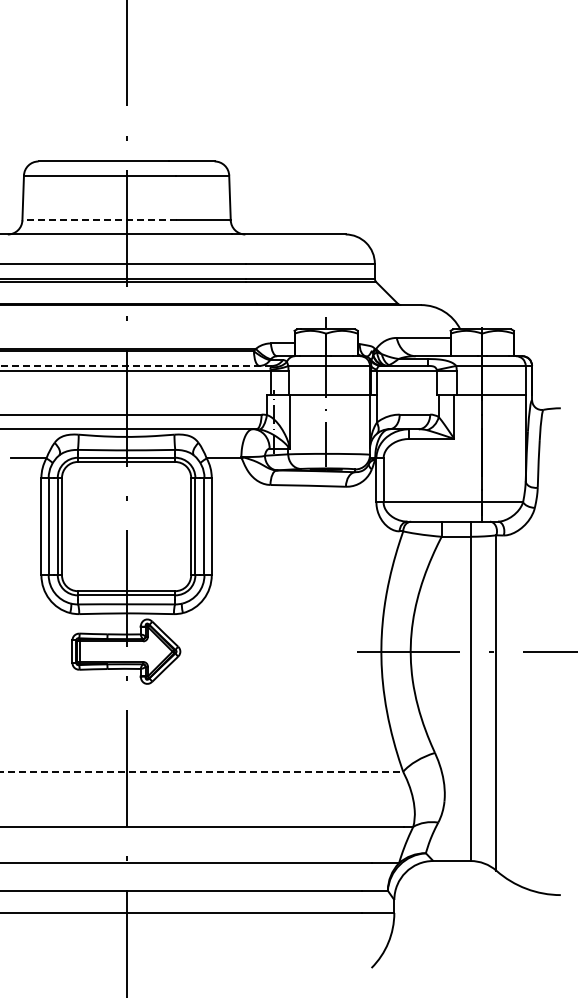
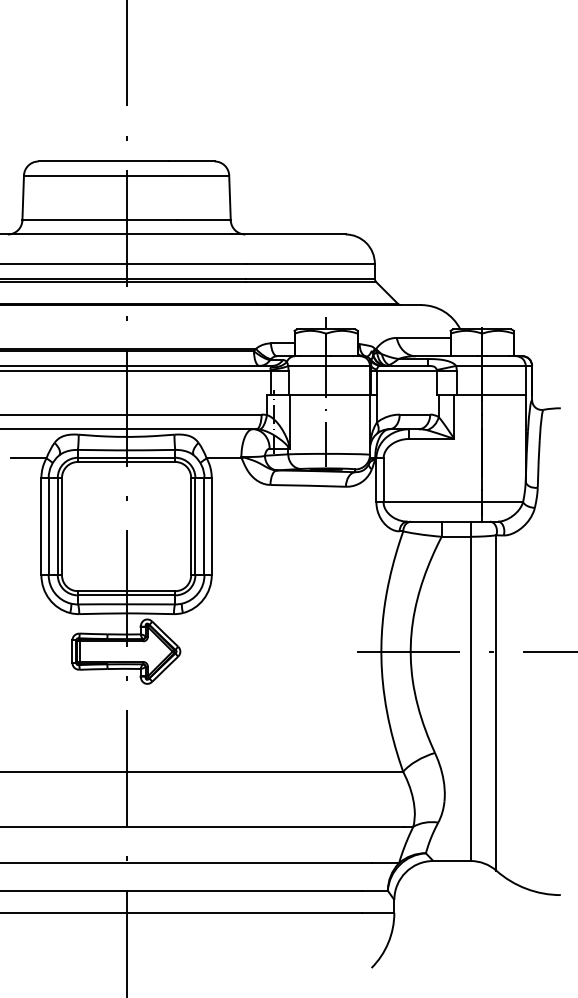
line at (98, 220): dashed -> solid
line at (136, 365): dashed -> solid
line at (202, 771): dashed -> solid
